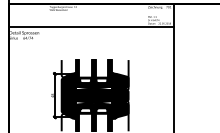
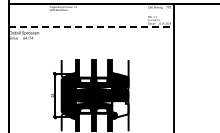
line at (91, 27): solid -> dashed
fill at (120, 109): present -> none
